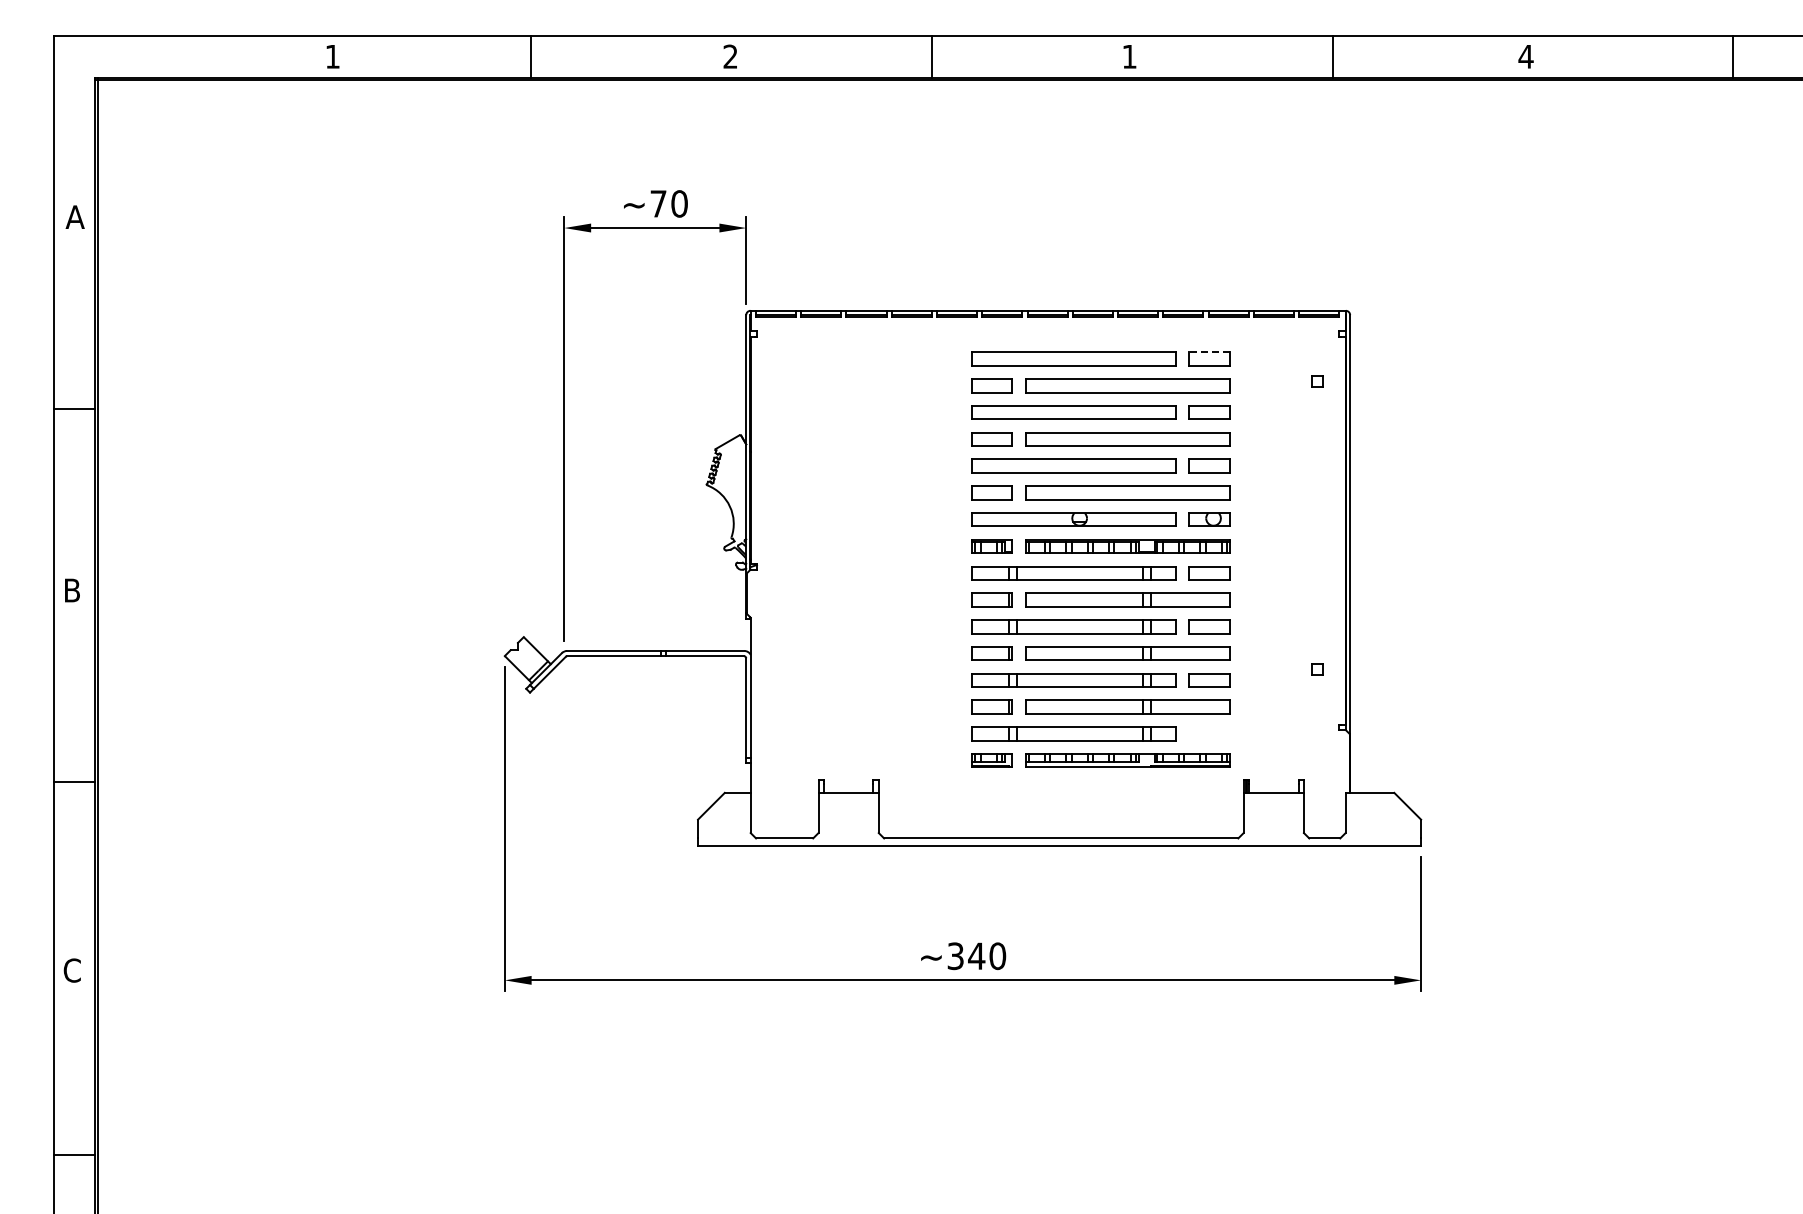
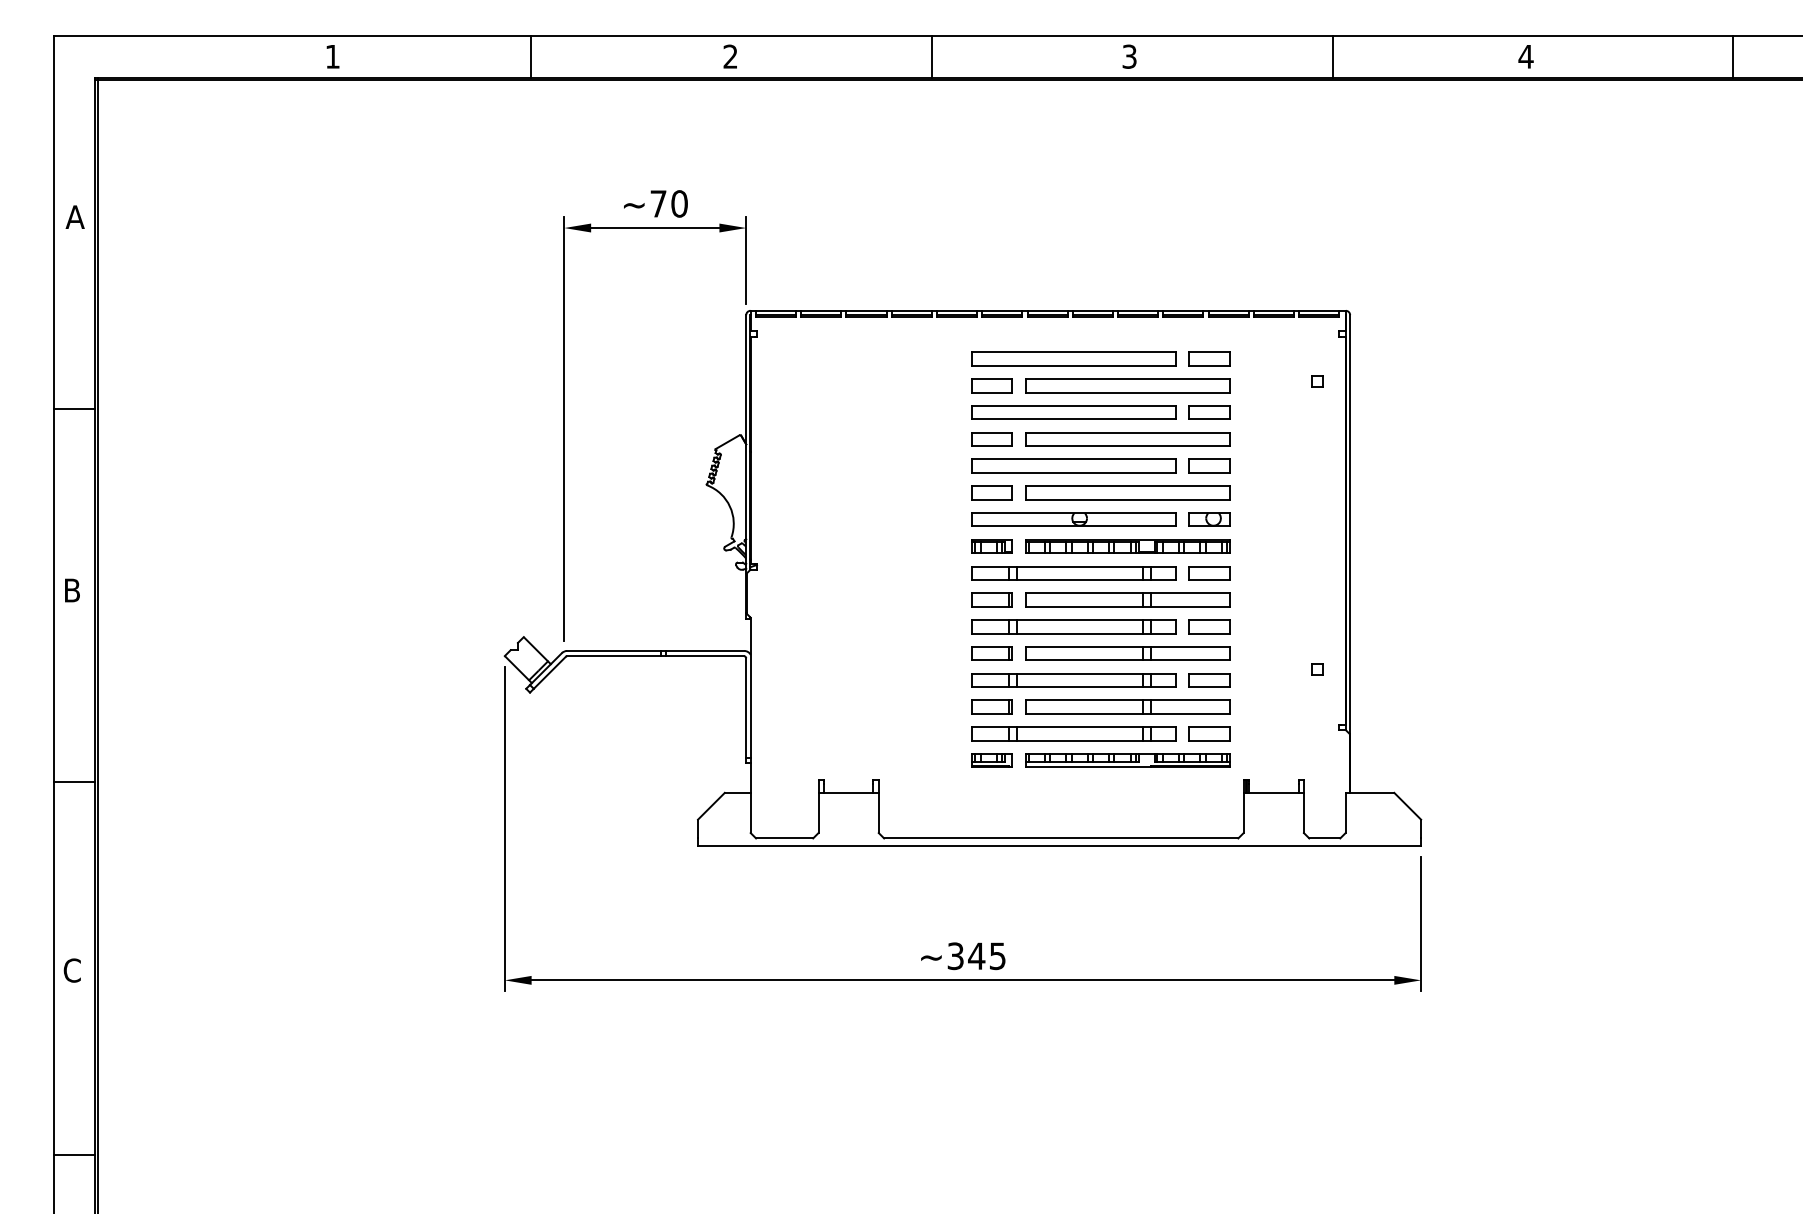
text at (1129, 56): 1 -> 3
line at (1209, 352): dashed -> solid
part at (1209, 733): none -> present
text at (997, 956): ~340 -> ~345
